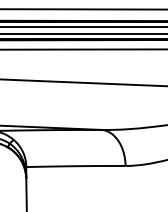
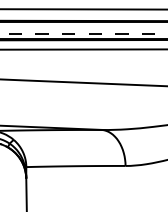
line at (83, 26): present -> none
line at (84, 34): solid -> dashed
